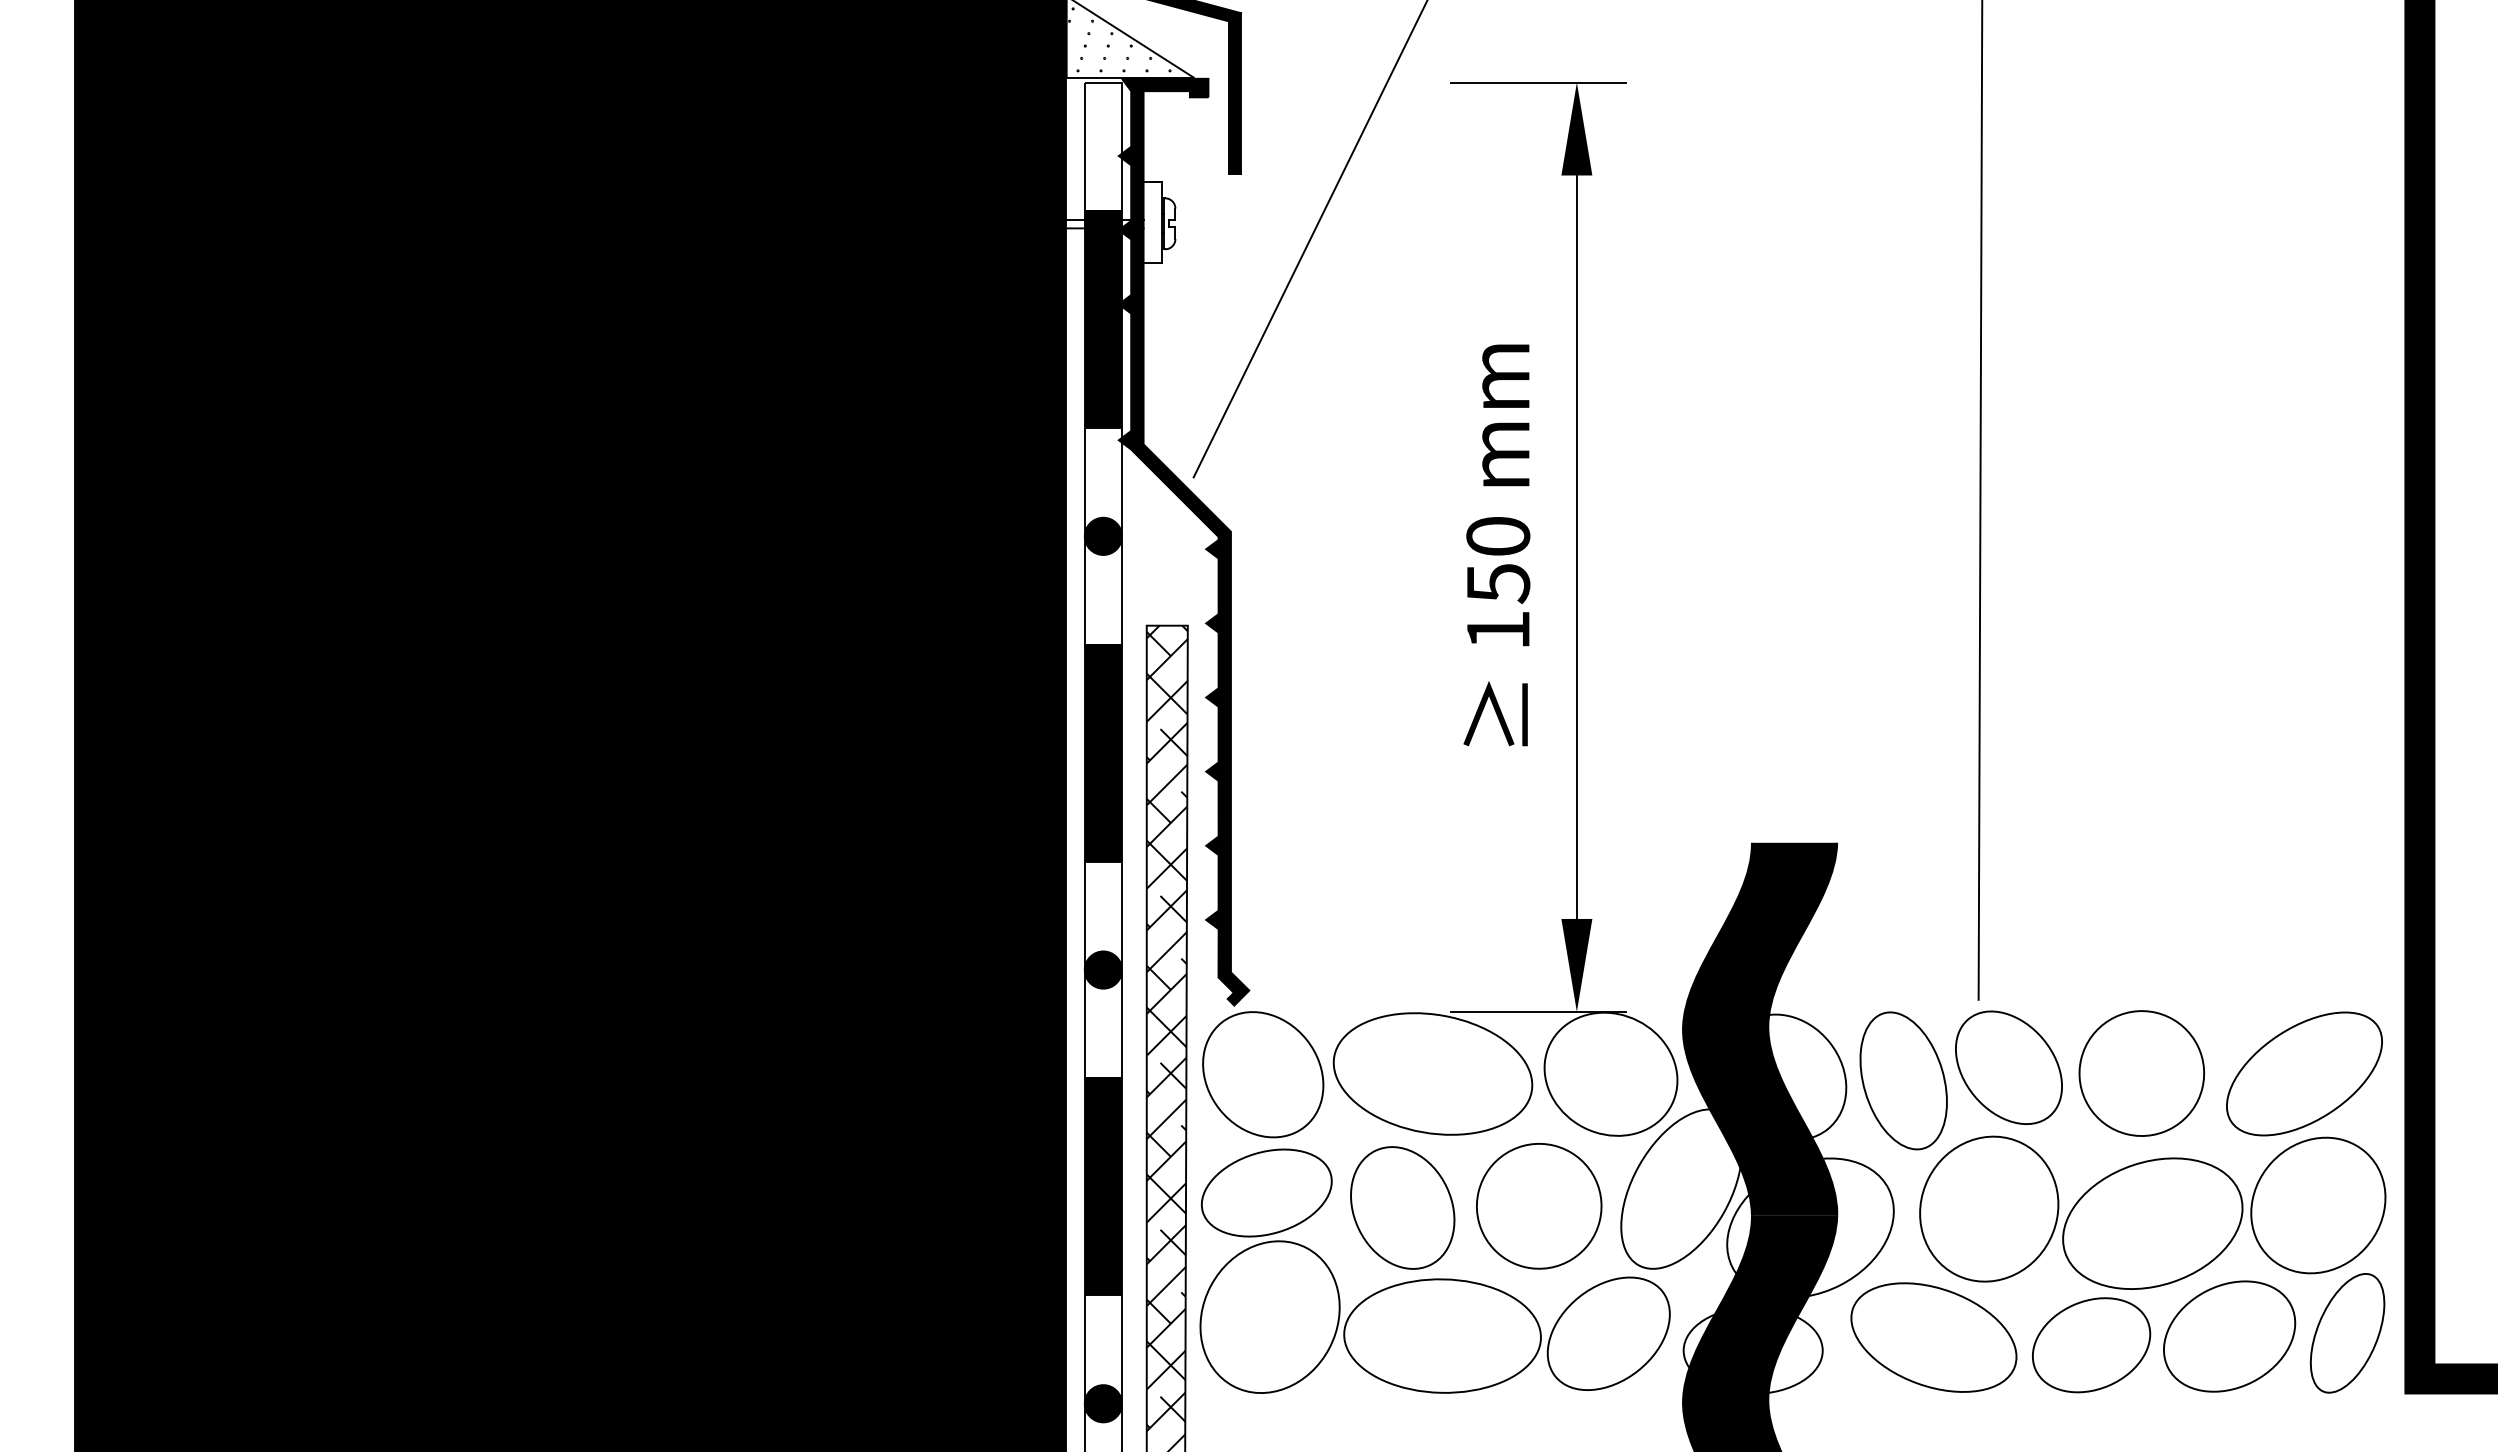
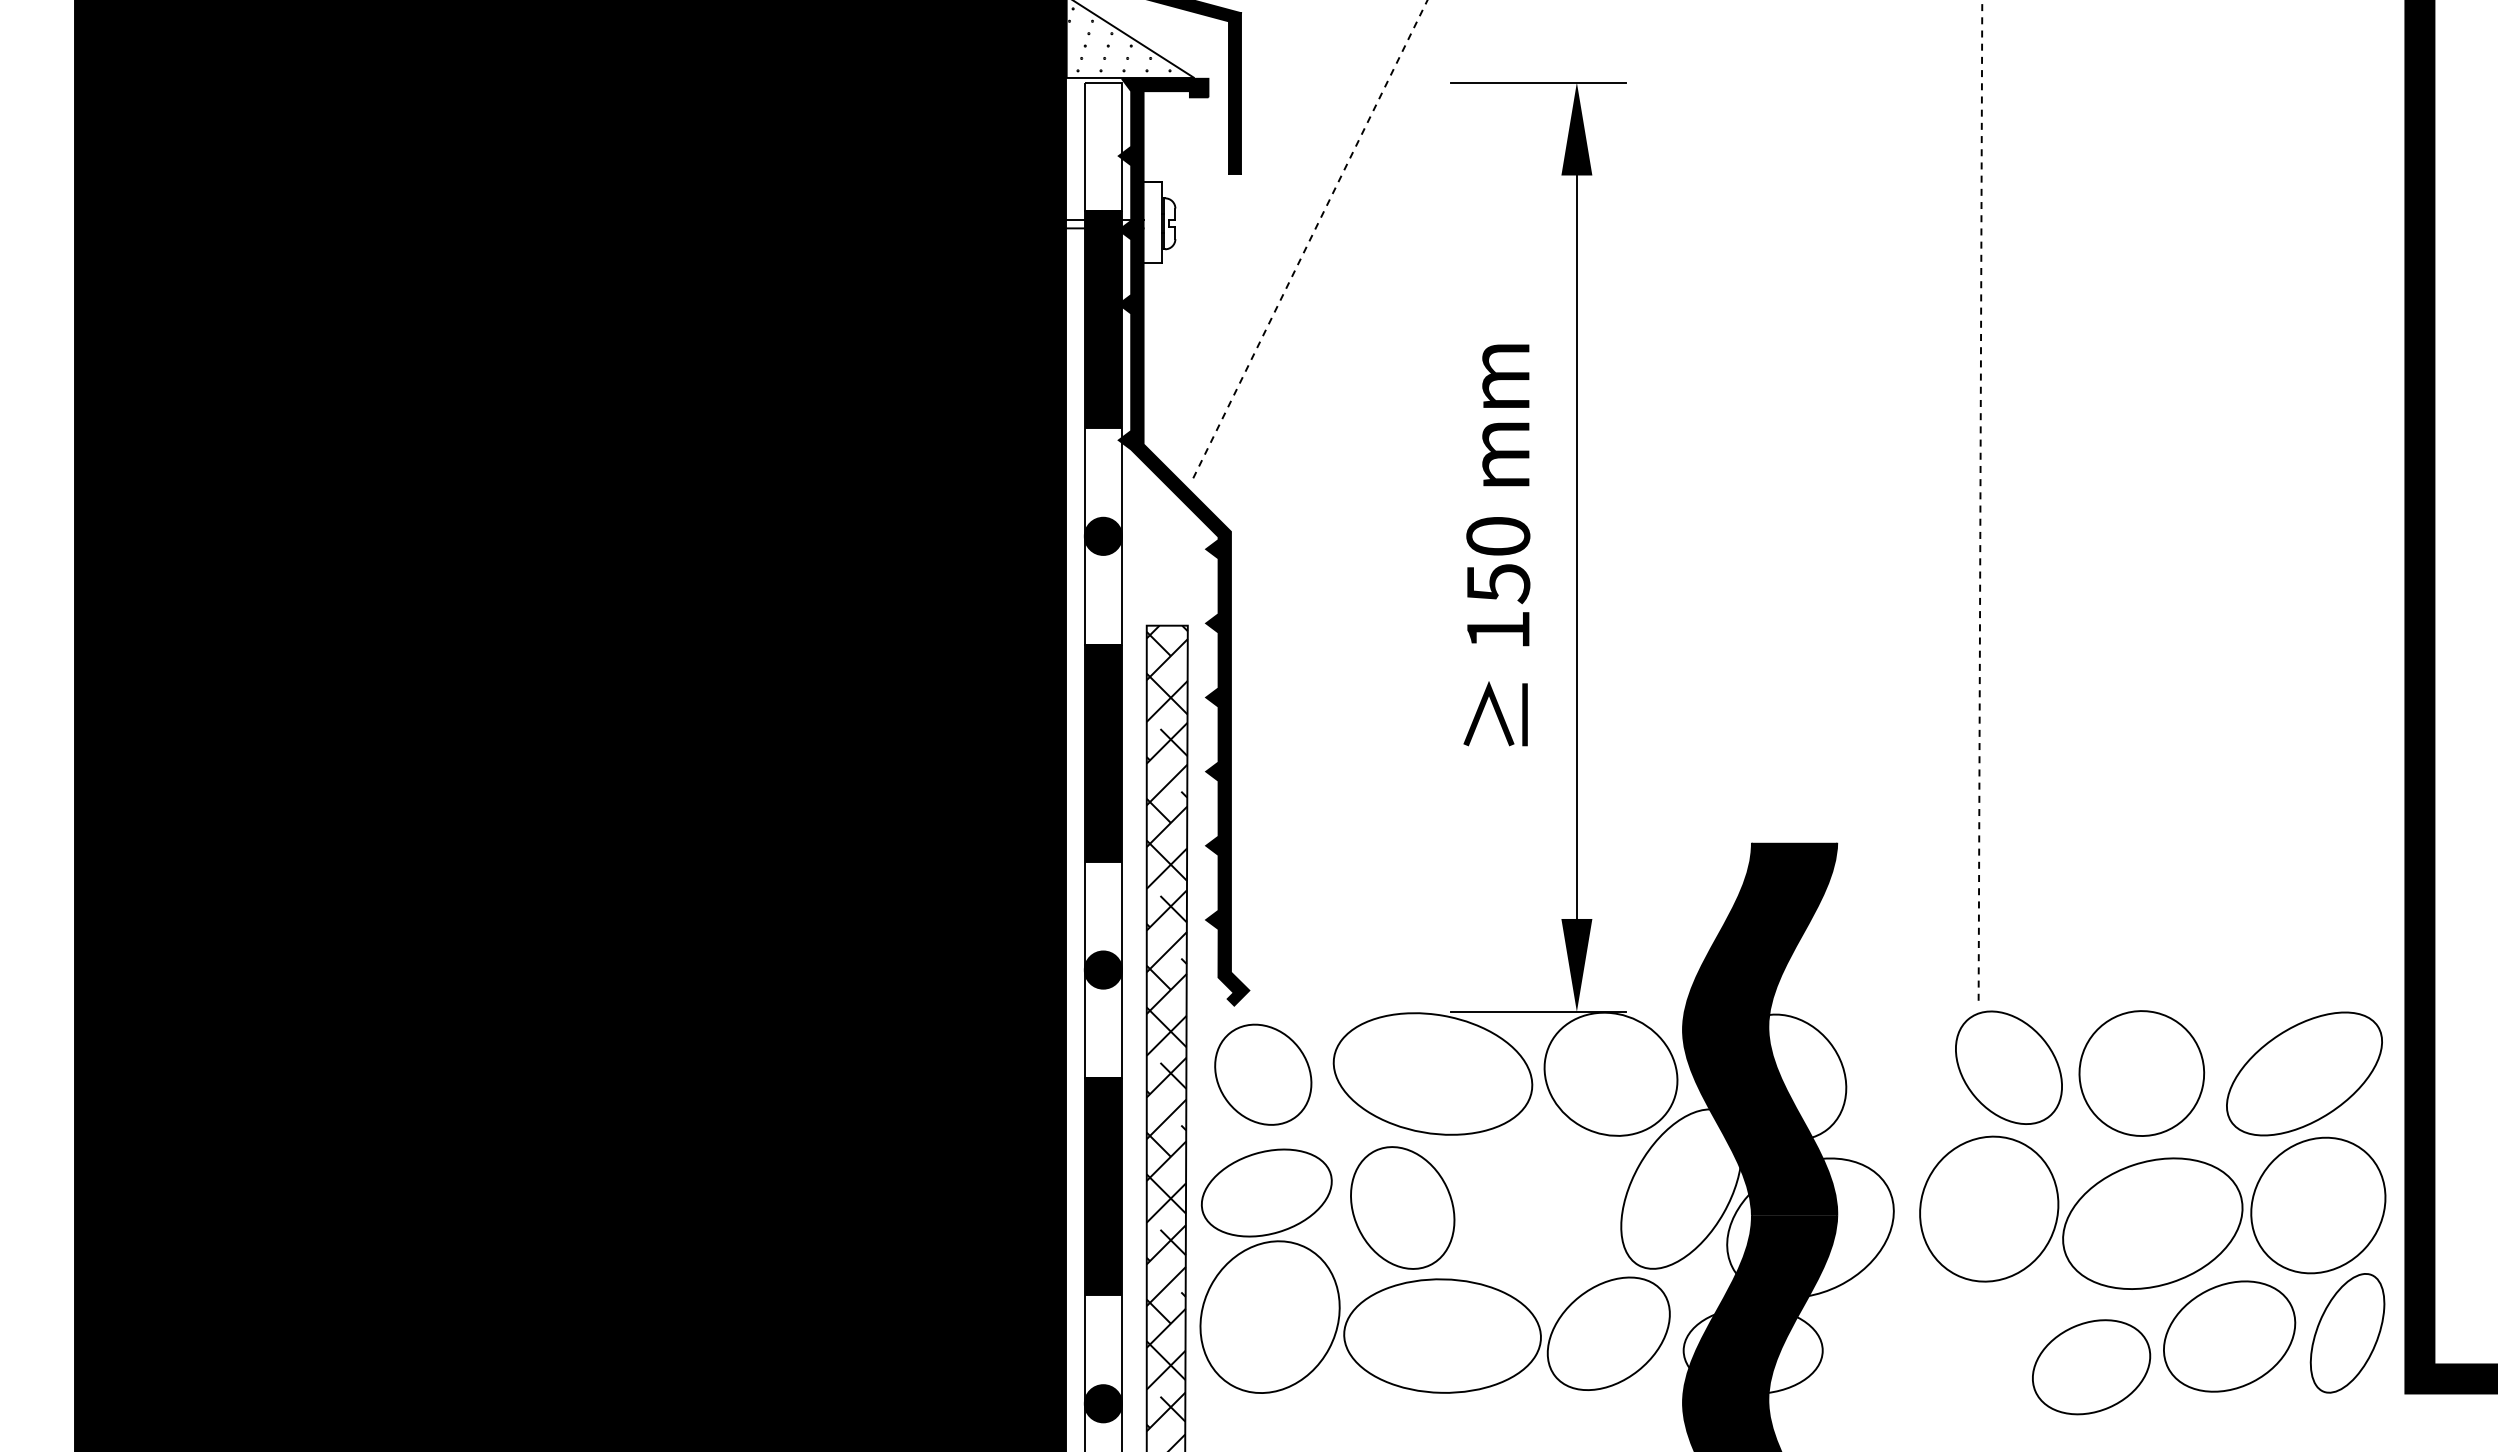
line at (1310, 238): solid -> dashed
line at (1980, 500): solid -> dashed
part at (1263, 1074) size: 123x128 px -> 99x103 px
part at (1903, 1080): present -> none
part at (1539, 1206): present -> none
part at (1933, 1337): present -> none
part at (2091, 1345) position: (2091, 1345) -> (2091, 1367)
